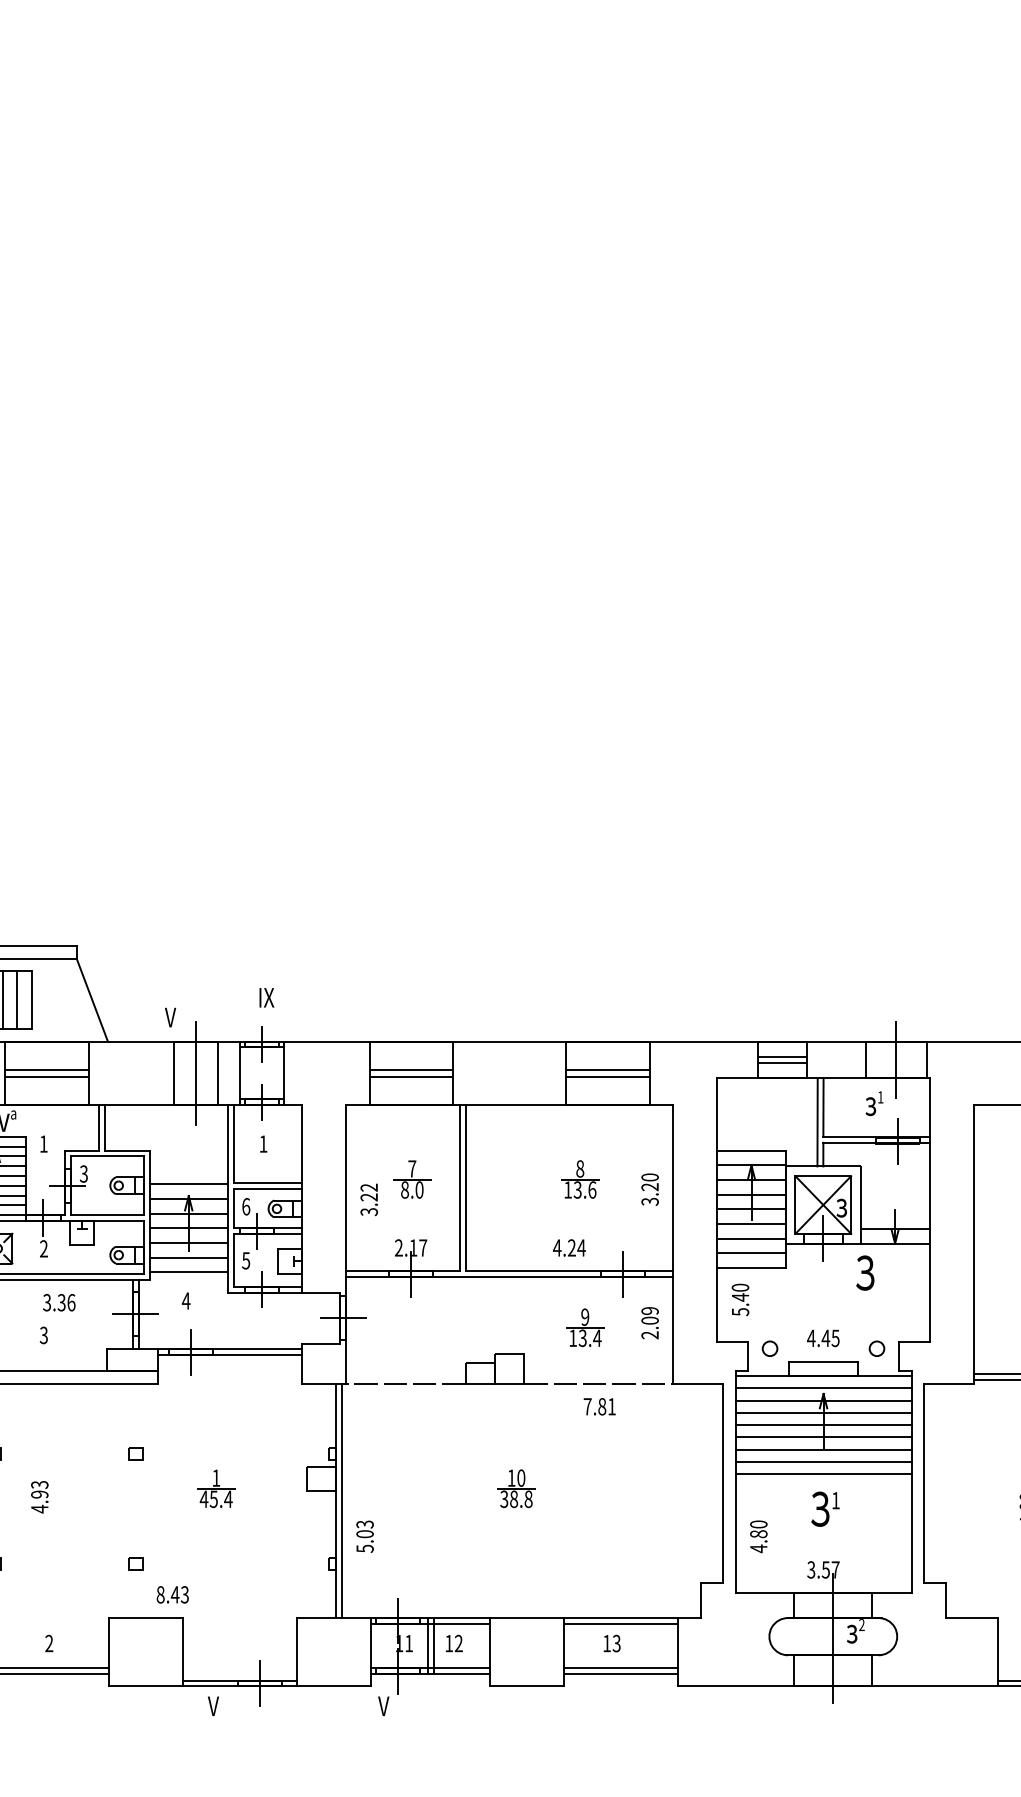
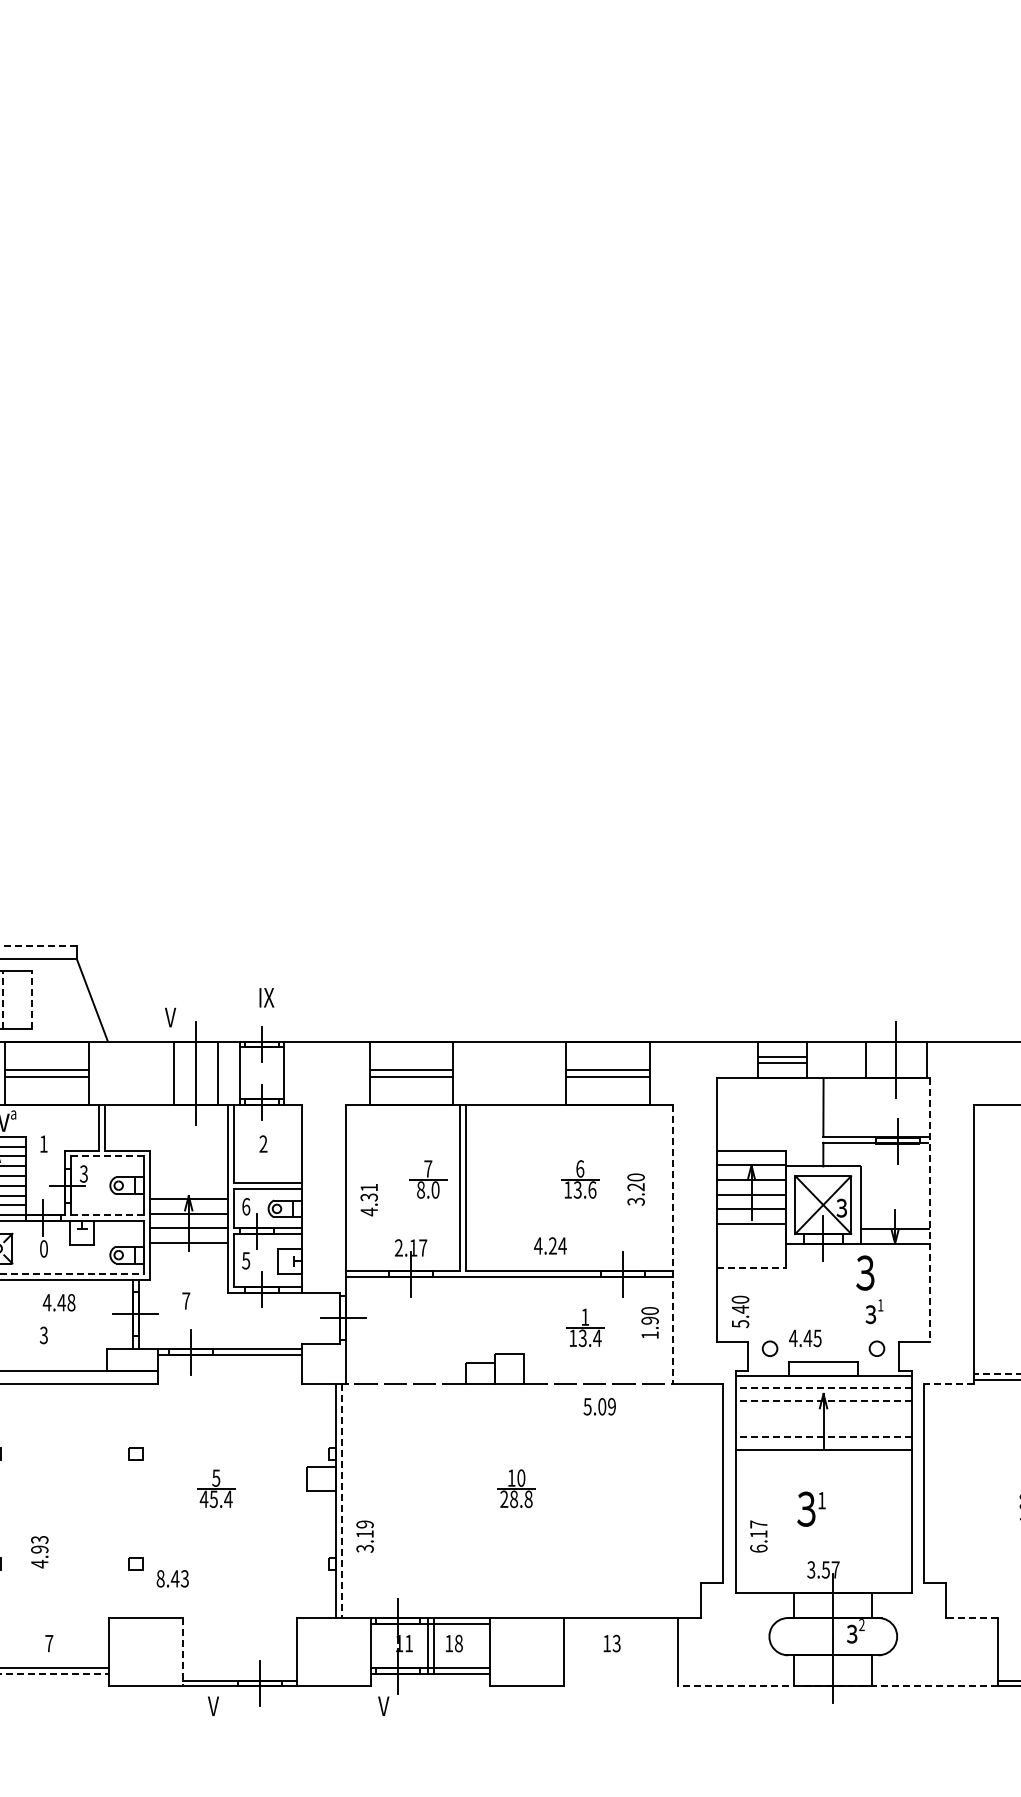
line at (37, 946): solid -> dashed
line at (2, 999): solid -> dashed
line at (17, 999): present -> none
line at (32, 999): solid -> dashed
text at (874, 1103) position: (874, 1103) -> (874, 1311)
line at (817, 1122): present -> none
text at (263, 1143): 1 -> 2
line at (107, 1156): solid -> dashed
text at (580, 1168): 8 -> 6
part at (412, 1179) position: (412, 1179) -> (428, 1179)
line at (188, 1184): present -> none
text at (649, 1189) position: (649, 1189) -> (635, 1189)
text at (369, 1199): 3.22 -> 4.31
line at (929, 1210): solid -> dashed
line at (107, 1215): solid -> dashed
line at (751, 1238): present -> none
line at (673, 1244): solid -> dashed
text at (569, 1247) position: (569, 1247) -> (550, 1245)
text at (43, 1248): 2 -> 0
line at (751, 1253): present -> none
line at (188, 1257): present -> none
line at (752, 1268): solid -> dashed
line at (188, 1272): present -> none
line at (72, 1273): solid -> dashed
text at (740, 1299) position: (740, 1299) -> (740, 1311)
text at (185, 1300): 4 -> 7
text at (58, 1302): 3.36 -> 4.48
text at (585, 1316): 9 -> 1
text at (649, 1323): 2.09 -> 1.90
text at (823, 1338) position: (823, 1338) -> (805, 1338)
line at (996, 1373): solid -> dashed
line at (948, 1383): solid -> dashed
line at (823, 1388): solid -> dashed
line at (823, 1400): solid -> dashed
text at (599, 1406): 7.81 -> 5.09
line at (823, 1412): present -> none
line at (823, 1425): present -> none
line at (823, 1437): solid -> dashed
line at (823, 1461): present -> none
line at (823, 1473): present -> none
text at (216, 1477): 1 -> 5
text at (39, 1497) position: (39, 1497) -> (39, 1552)
text at (504, 1499): 38.8 -> 28.8
line at (341, 1501): solid -> dashed
text at (825, 1508) position: (825, 1508) -> (811, 1508)
text at (364, 1536): 5.03 -> 3.19
text at (758, 1536): 4.80 -> 6.17
text at (172, 1594) position: (172, 1594) -> (172, 1578)
line at (971, 1618): solid -> dashed
line at (620, 1623): present -> none
text at (49, 1643): 2 -> 7
text at (458, 1643): 12 -> 18
line at (182, 1652): solid -> dashed
line at (620, 1668): present -> none
line at (55, 1674): solid -> dashed
line at (620, 1674): present -> none
line at (838, 1686): solid -> dashed
